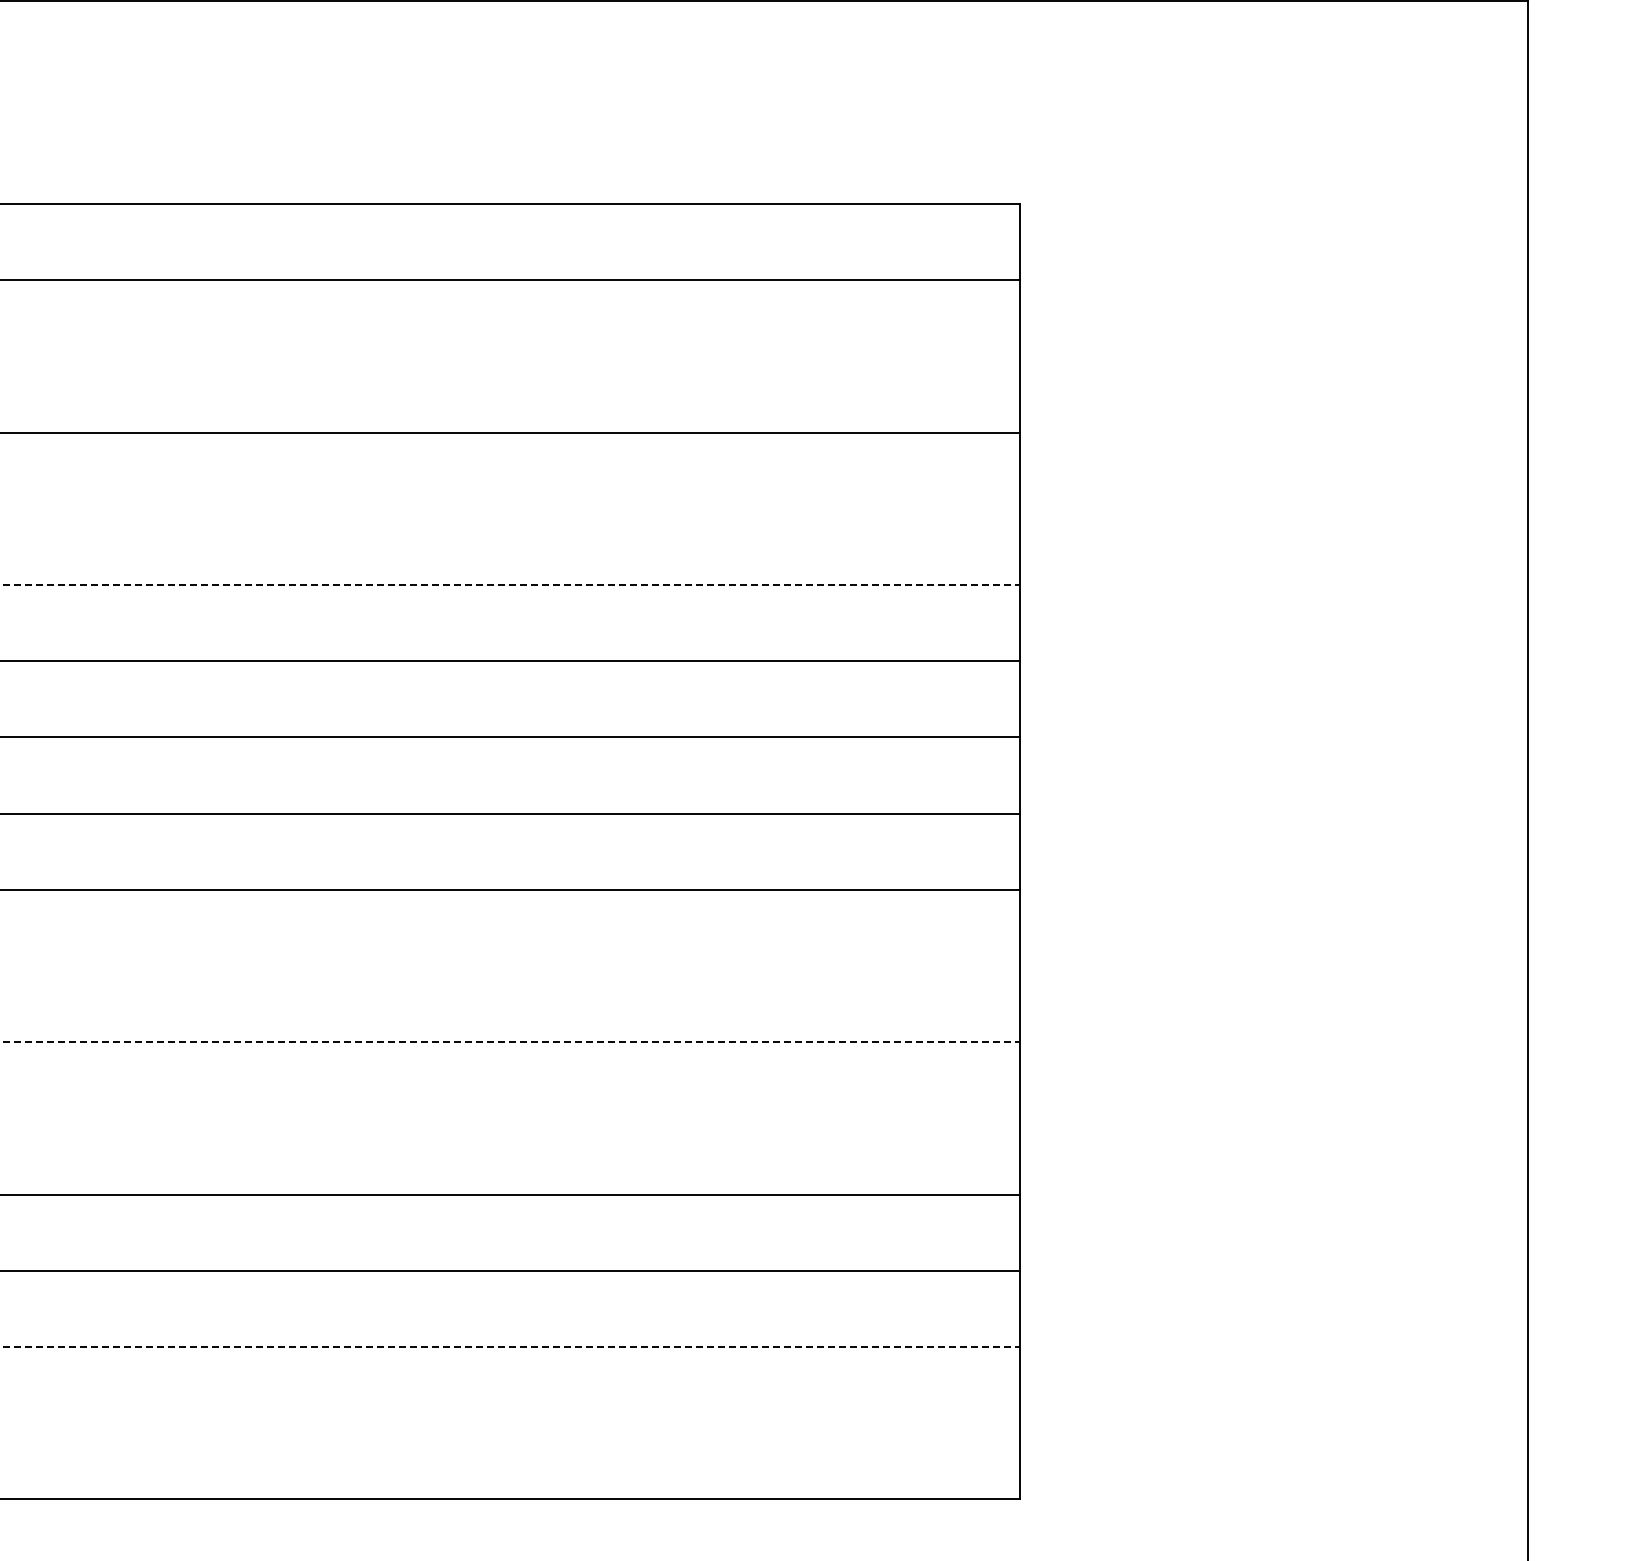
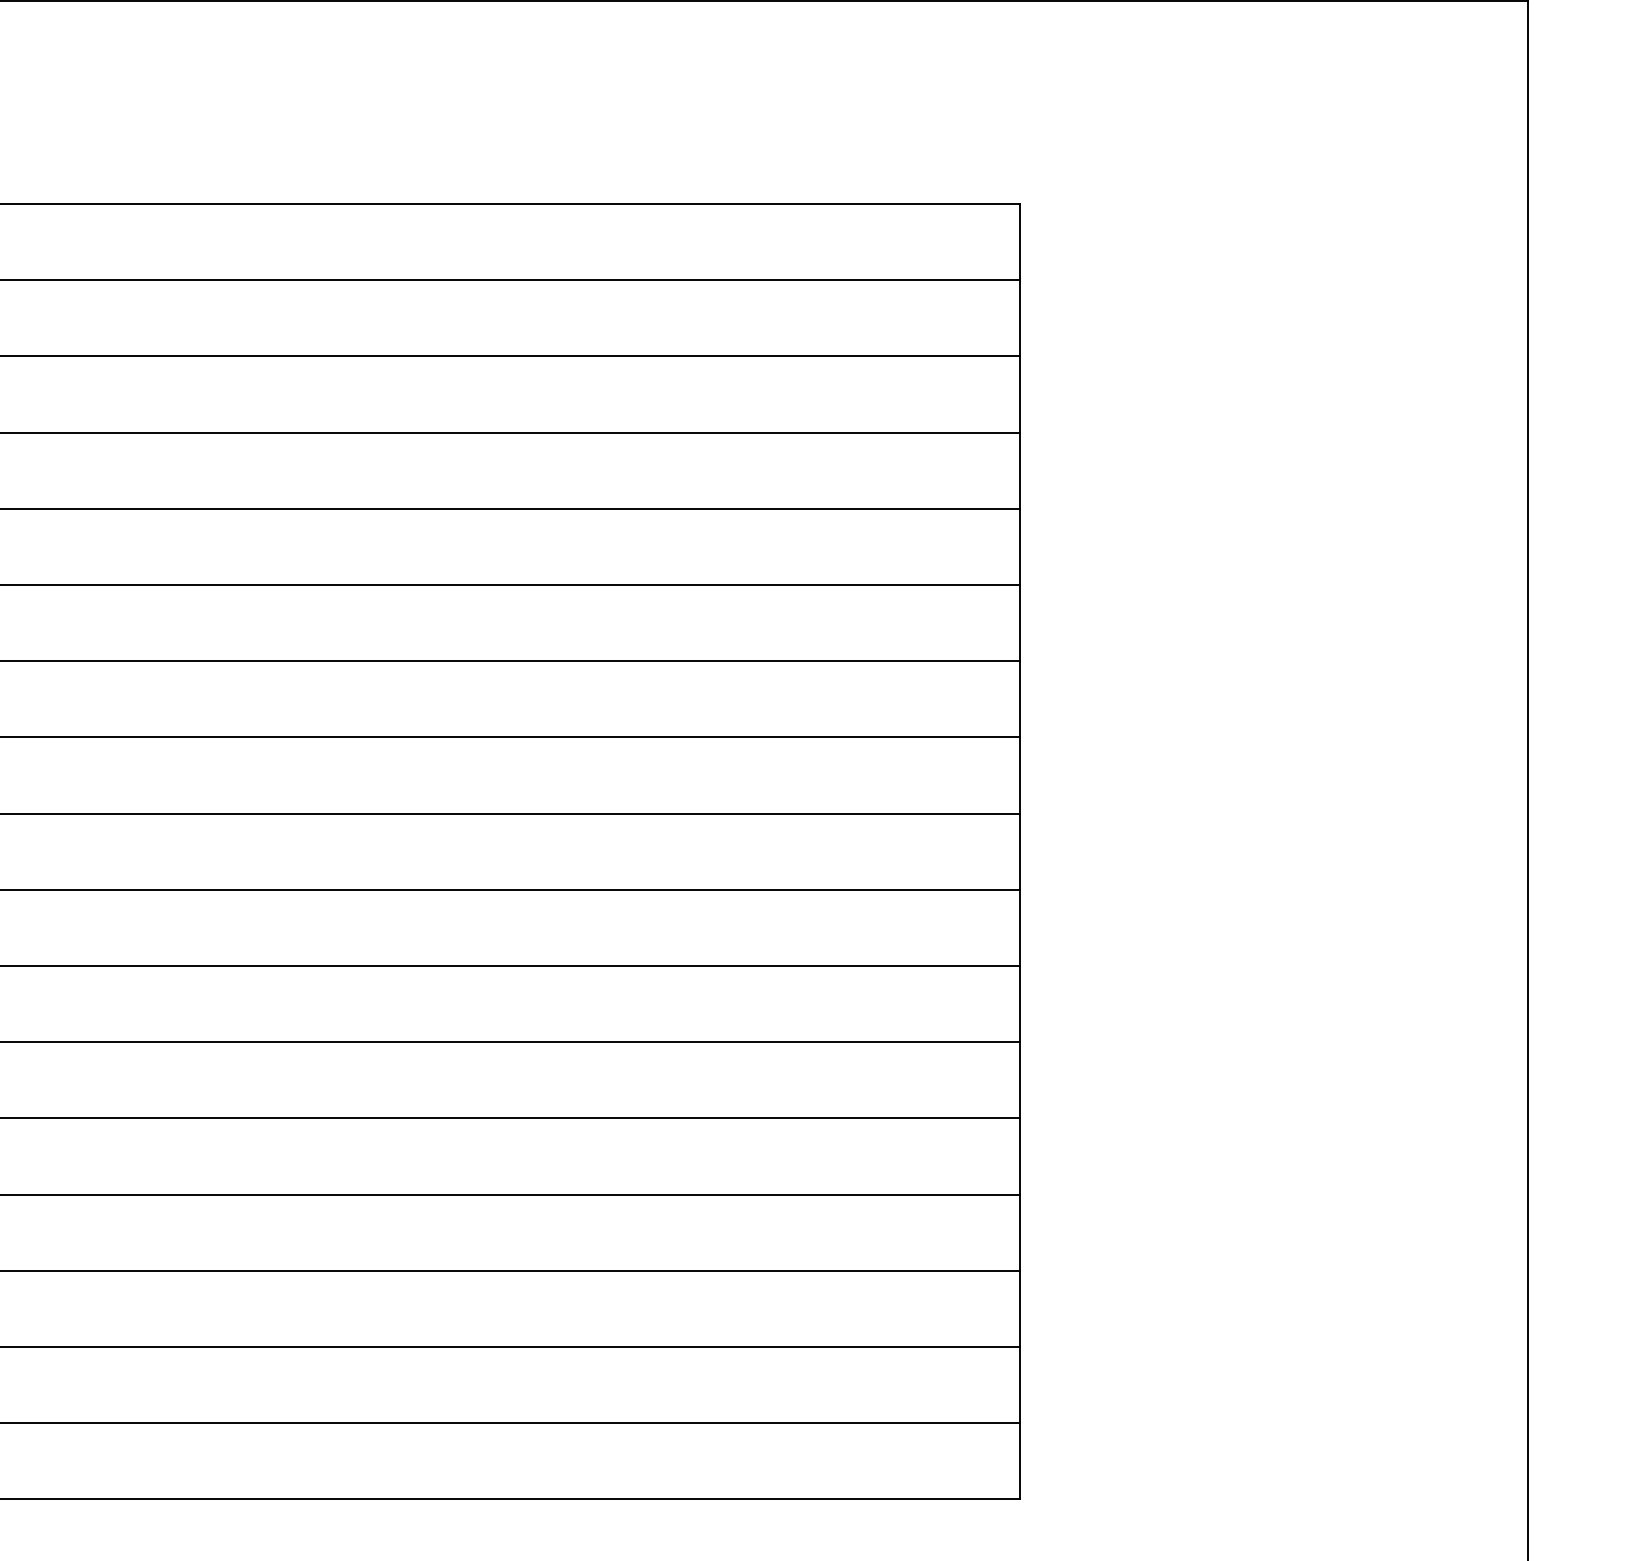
line at (511, 356): none -> present
line at (511, 508): none -> present
line at (510, 584): dashed -> solid
line at (511, 965): none -> present
line at (510, 1042): dashed -> solid
line at (511, 1118): none -> present
line at (510, 1347): dashed -> solid
line at (511, 1423): none -> present
